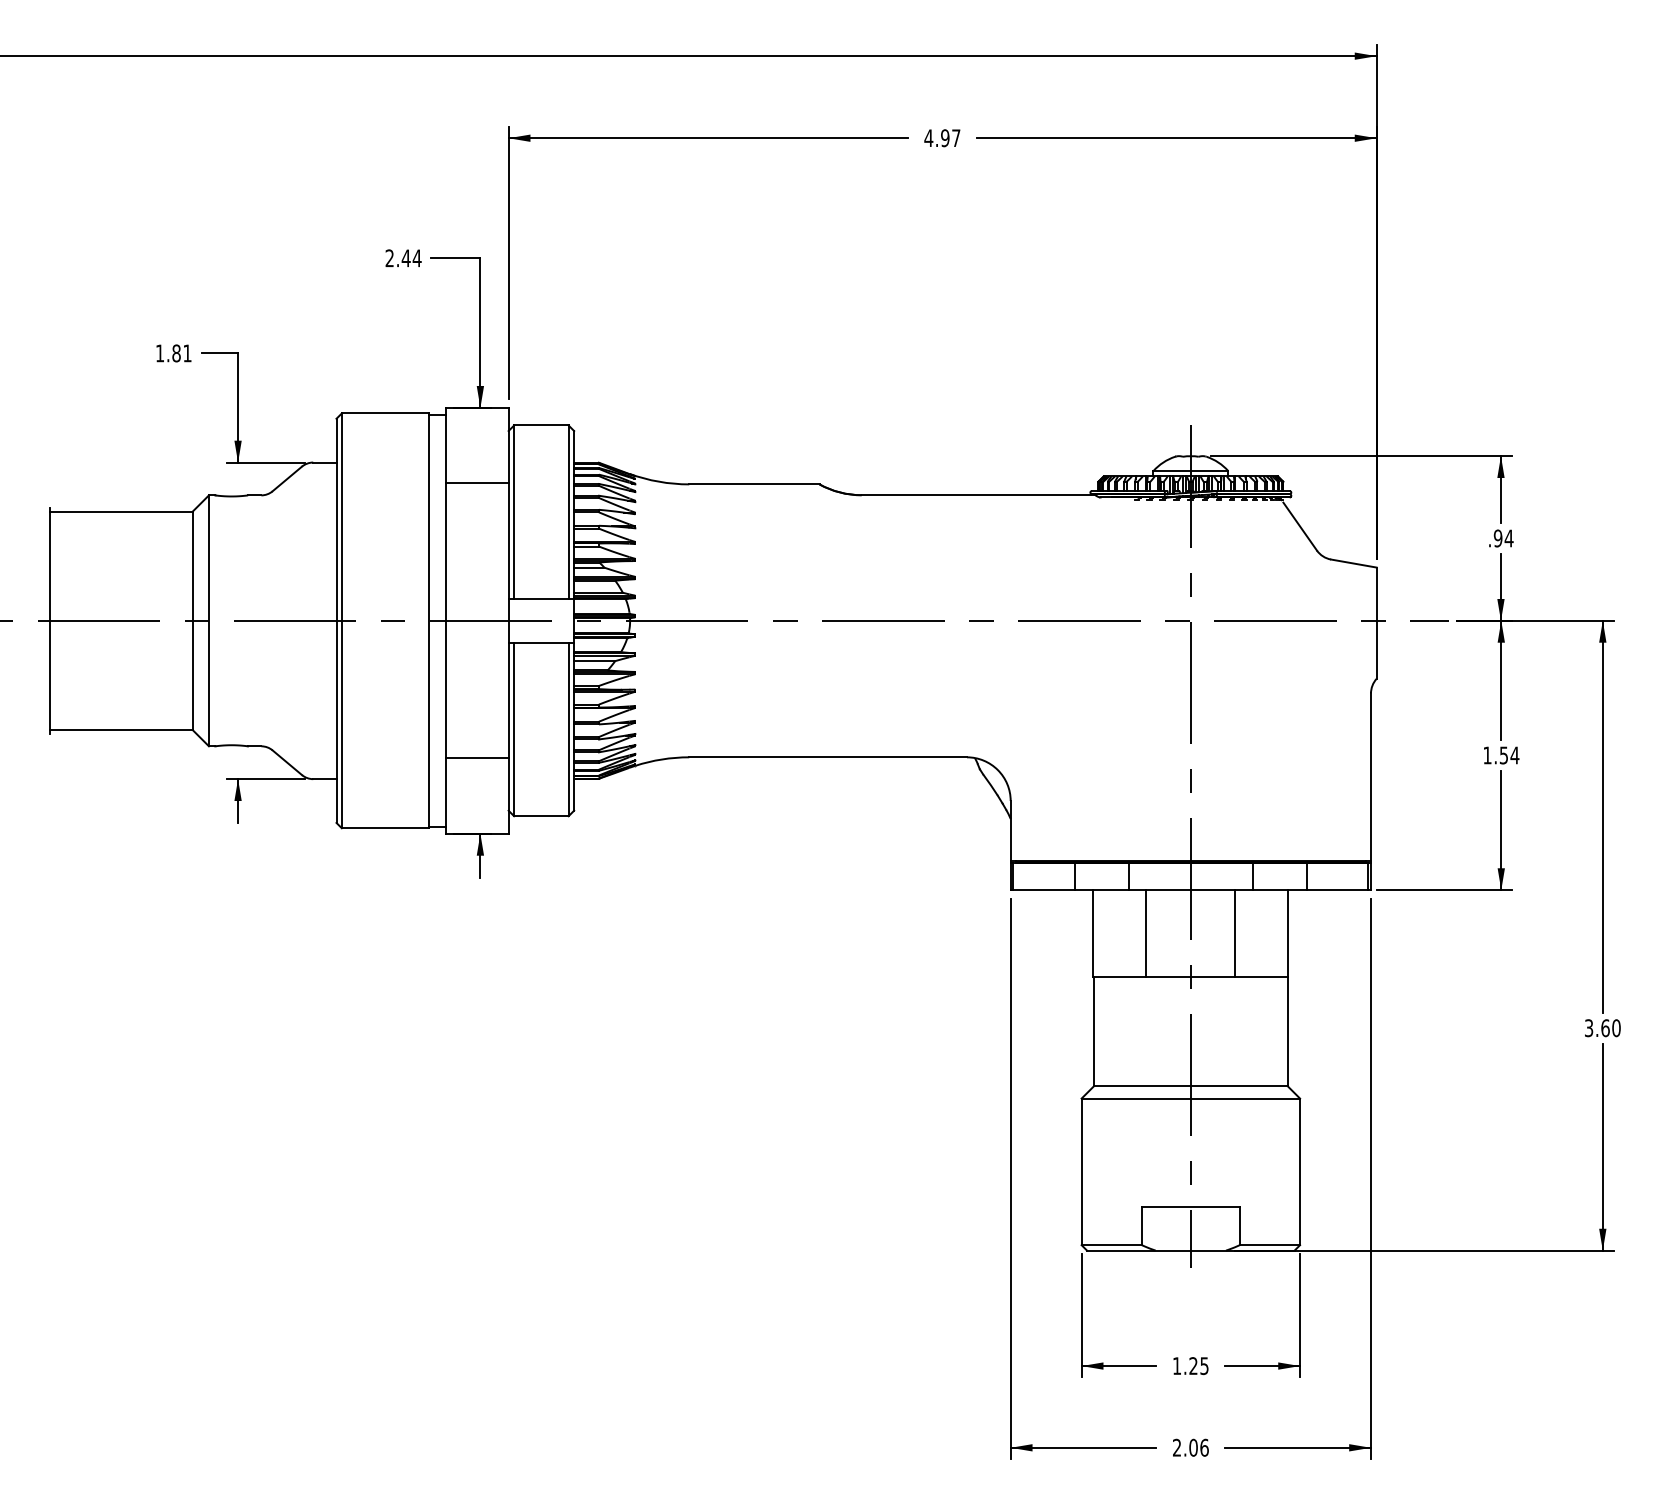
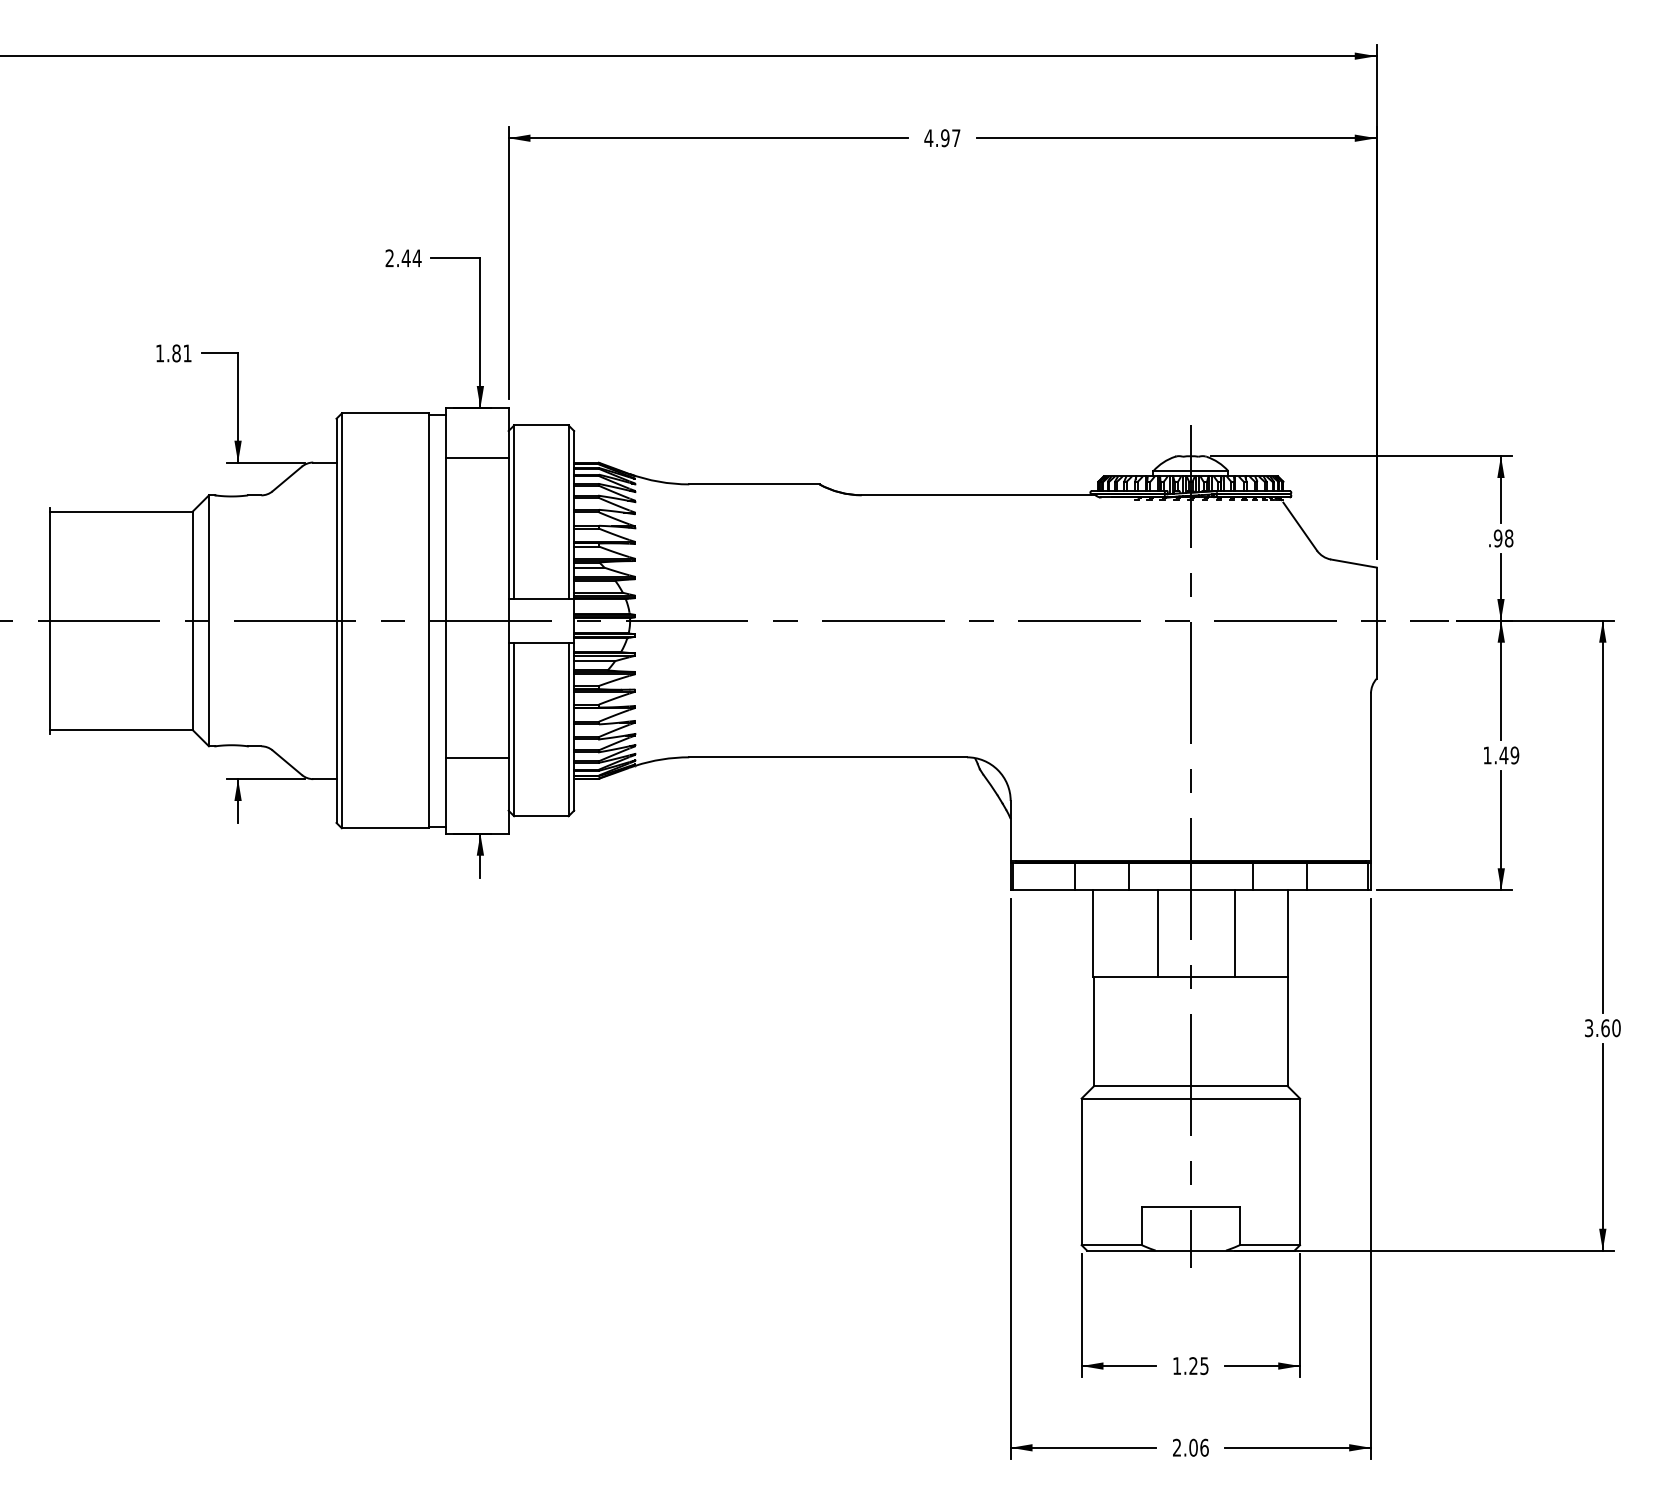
line at (476, 483) position: (476, 483) -> (476, 458)
text at (1508, 538): .94 -> .98
text at (1509, 755): 1.54 -> 1.49
line at (1146, 933) position: (1146, 933) -> (1158, 933)
